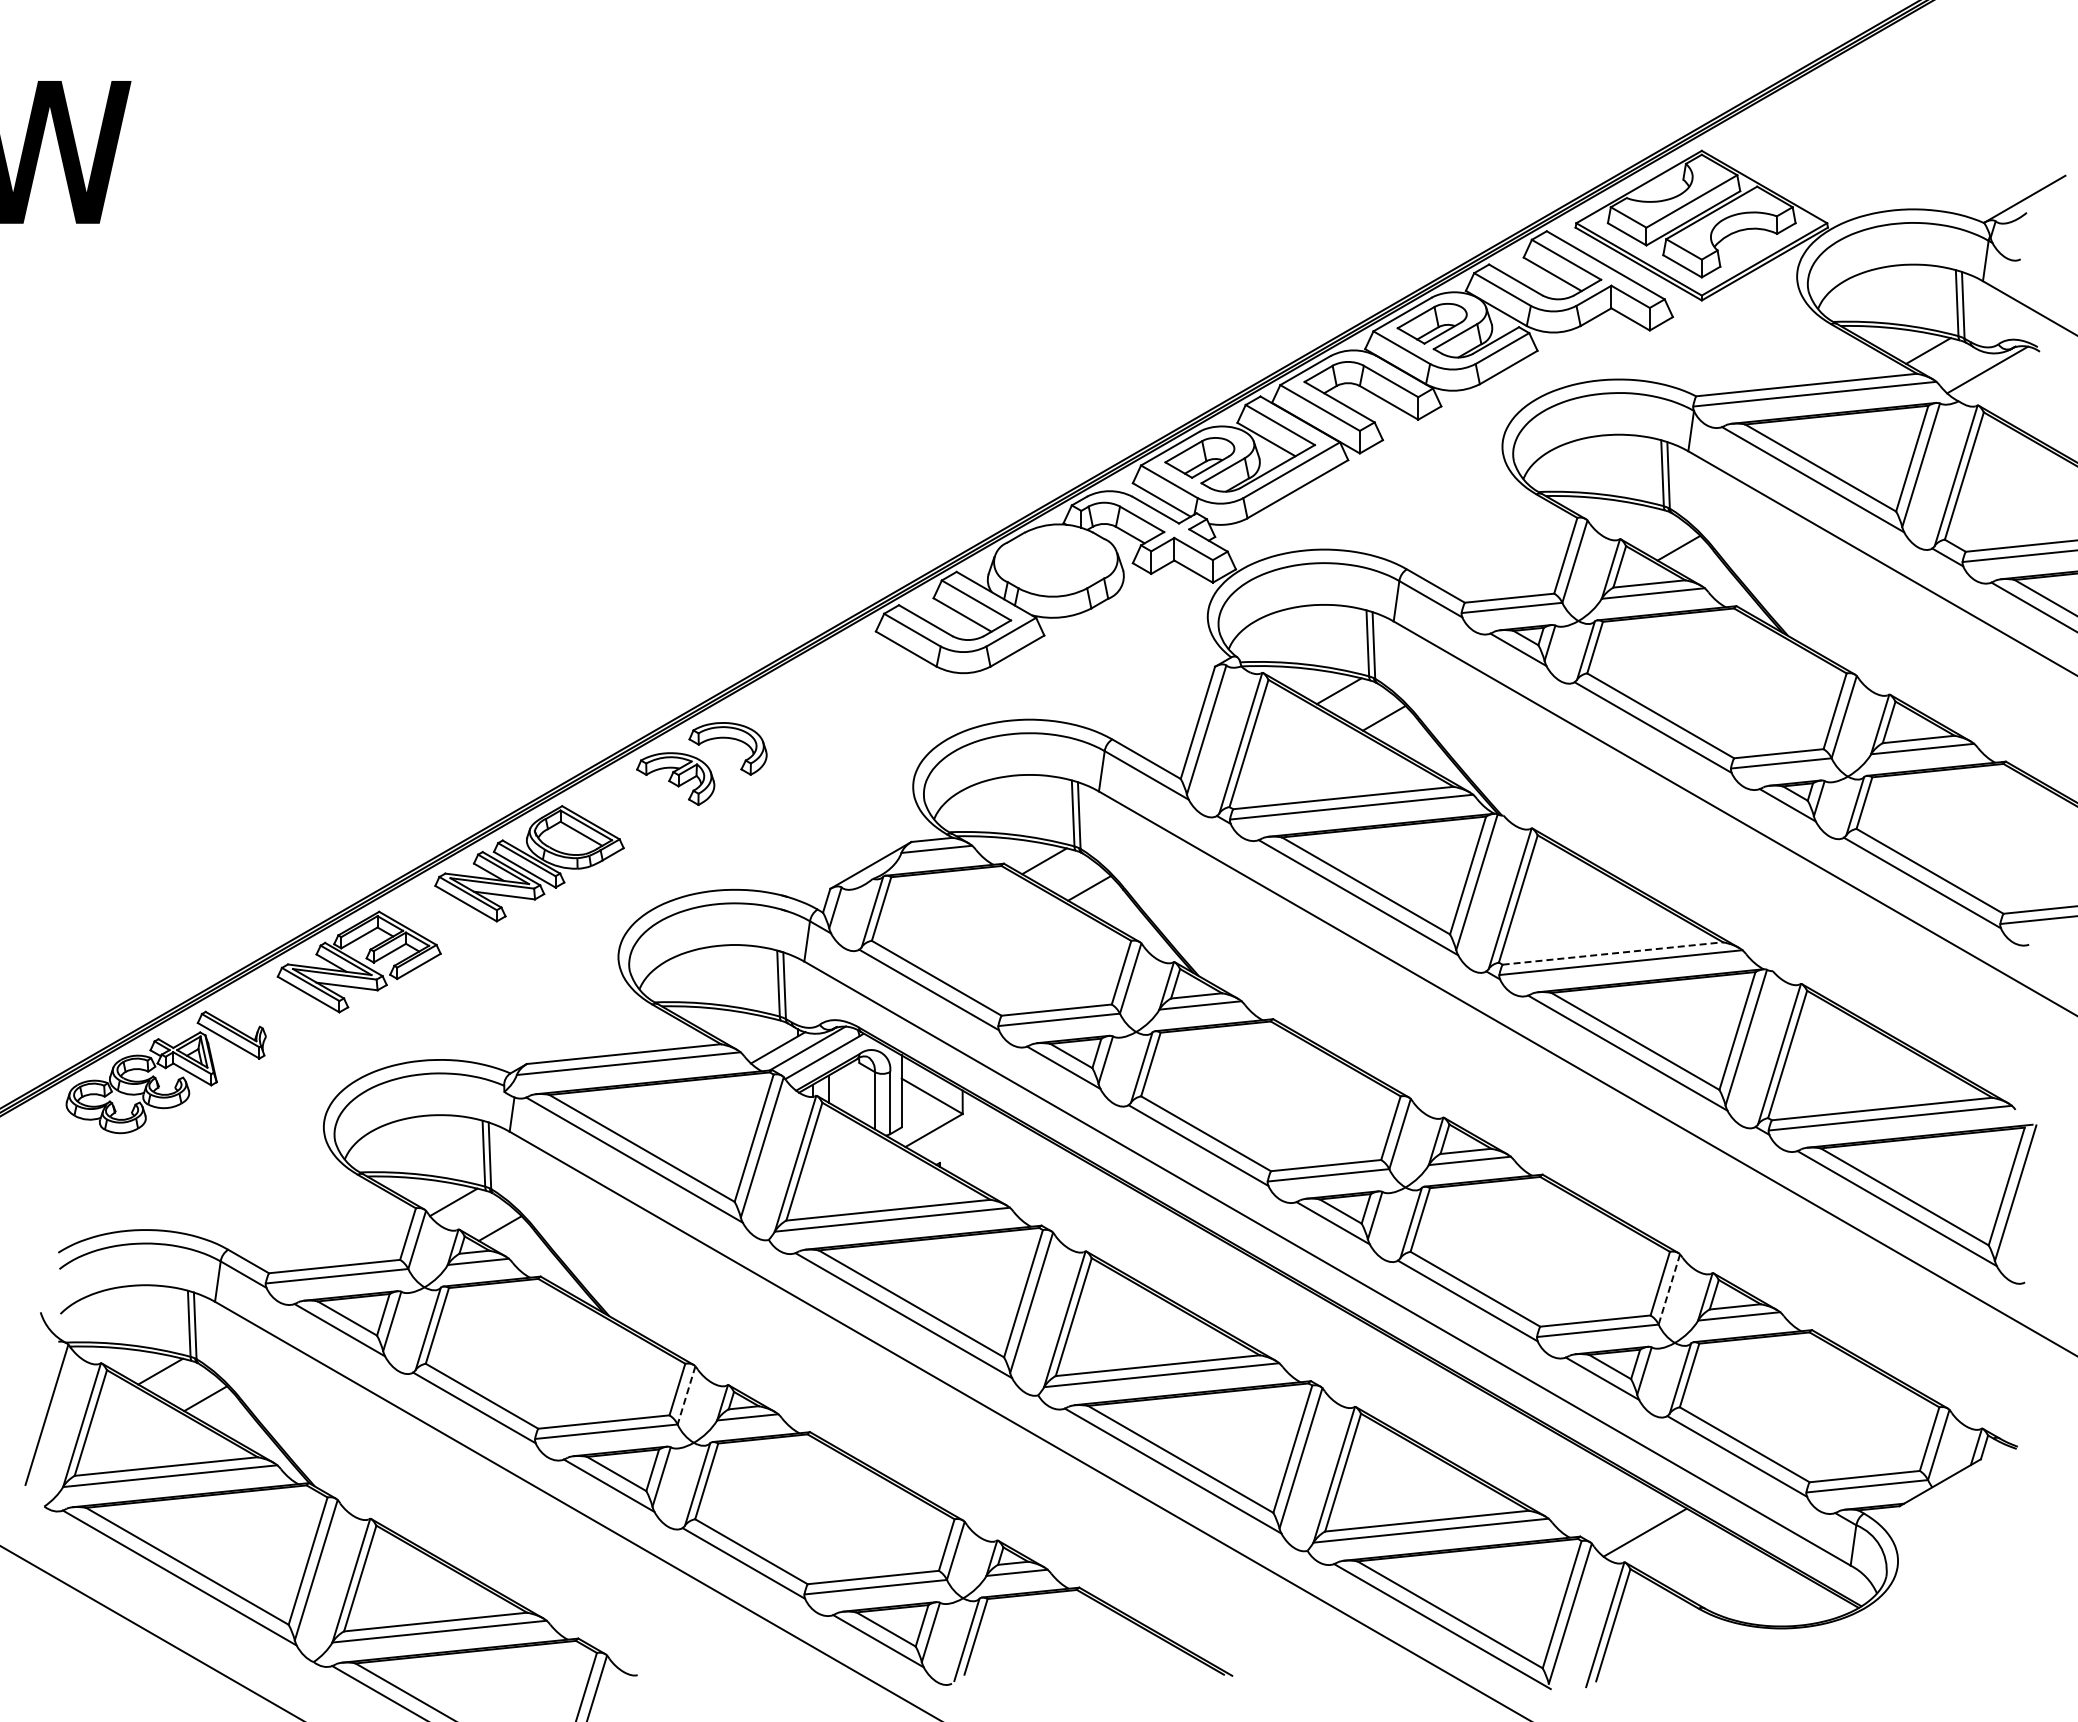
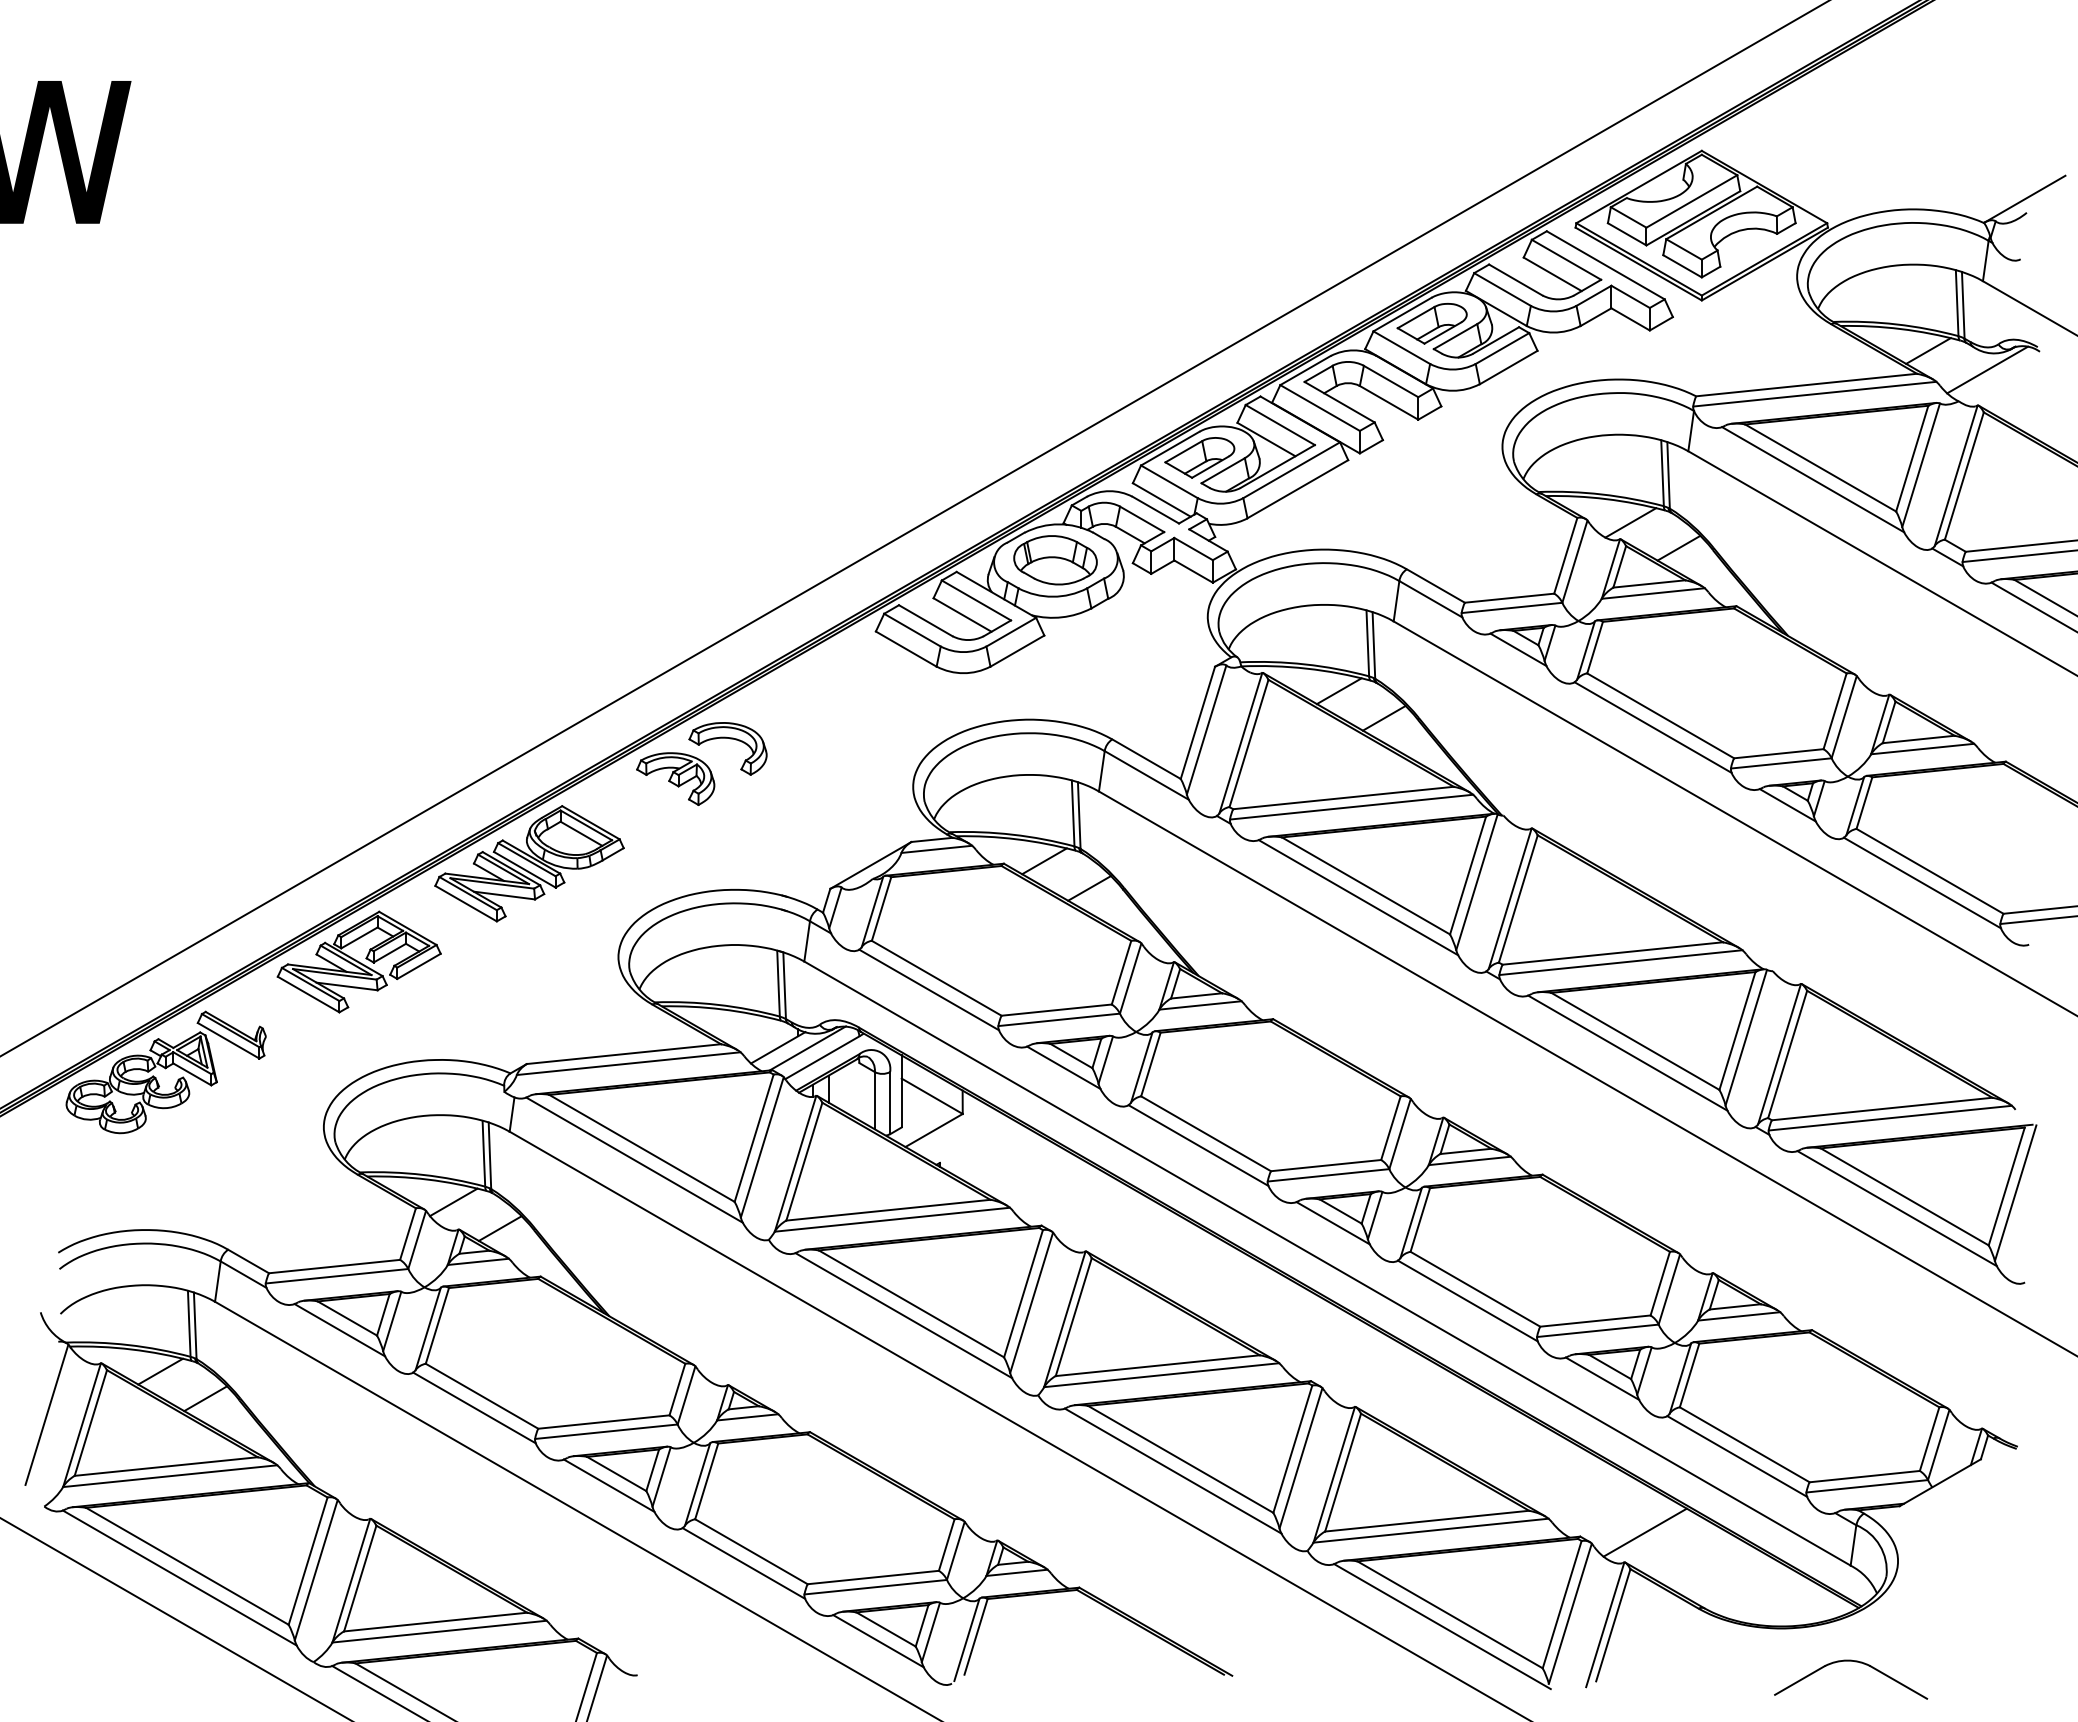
line at (1630, 522): none -> present
line at (914, 528): none -> present
part at (1055, 560): none -> present
line at (1612, 953): dashed -> solid
line at (1669, 1289): dashed -> solid
line at (686, 1395): dashed -> solid
line at (150, 1632) position: (150, 1632) -> (175, 1618)
part at (1855, 1662): none -> present
